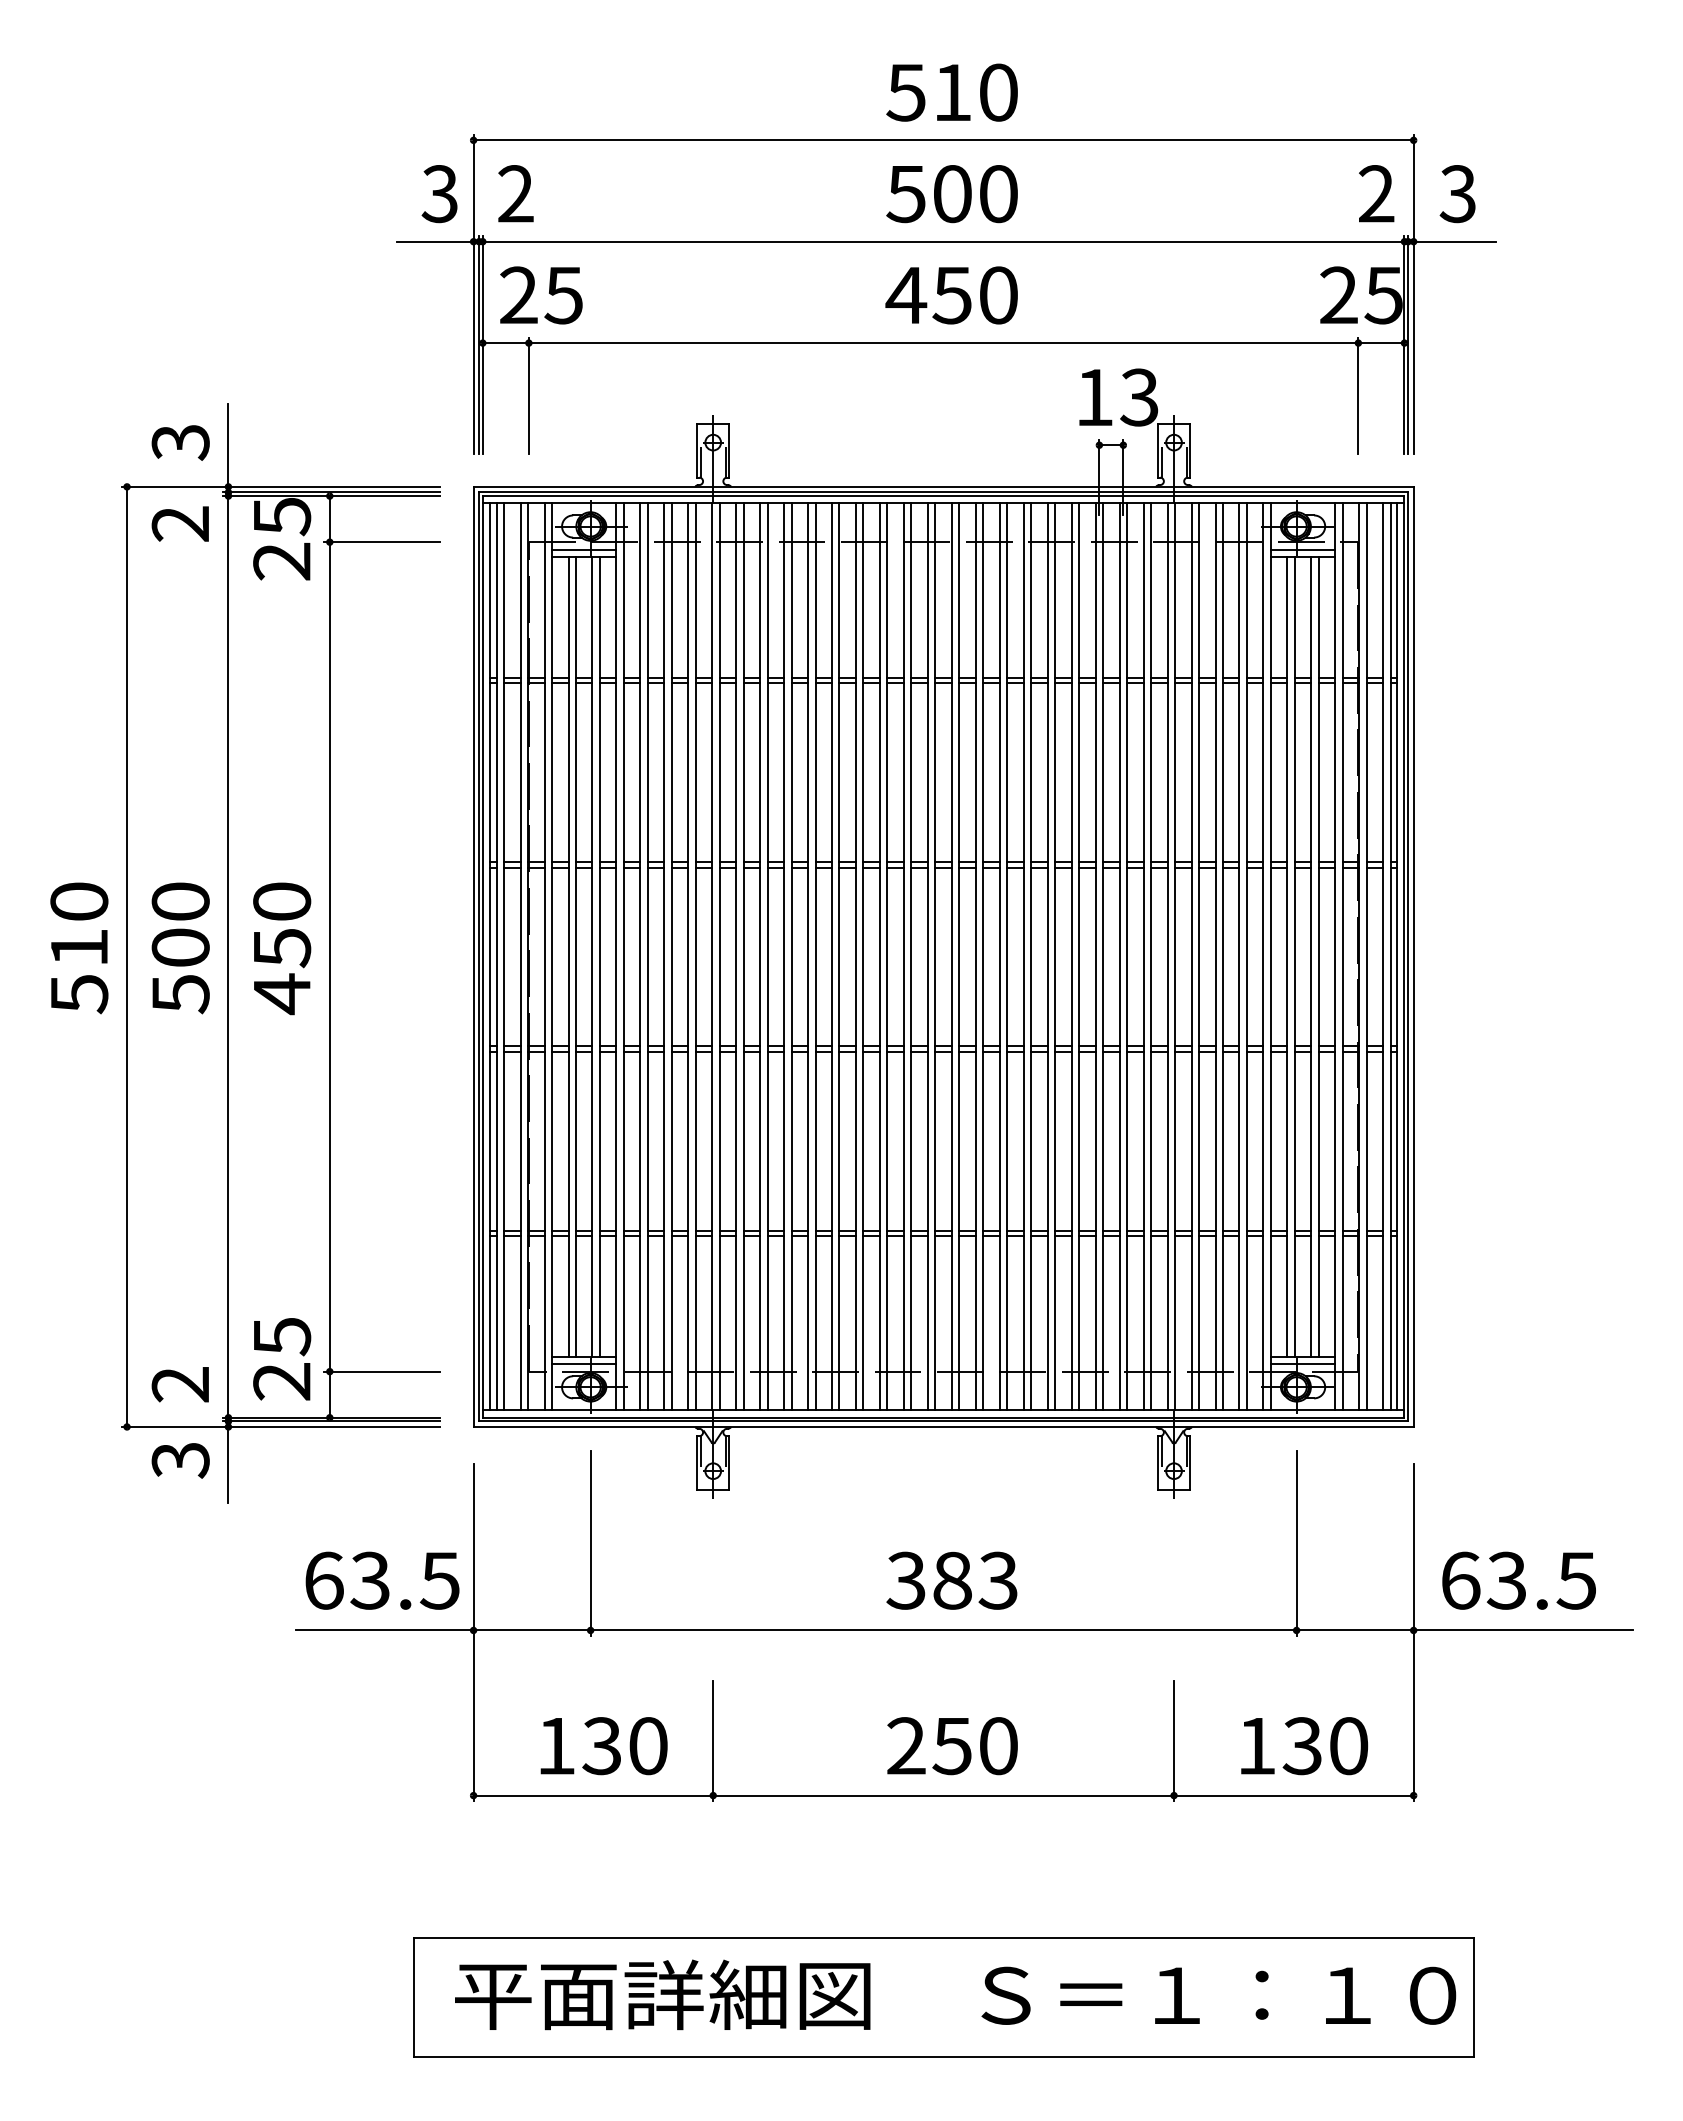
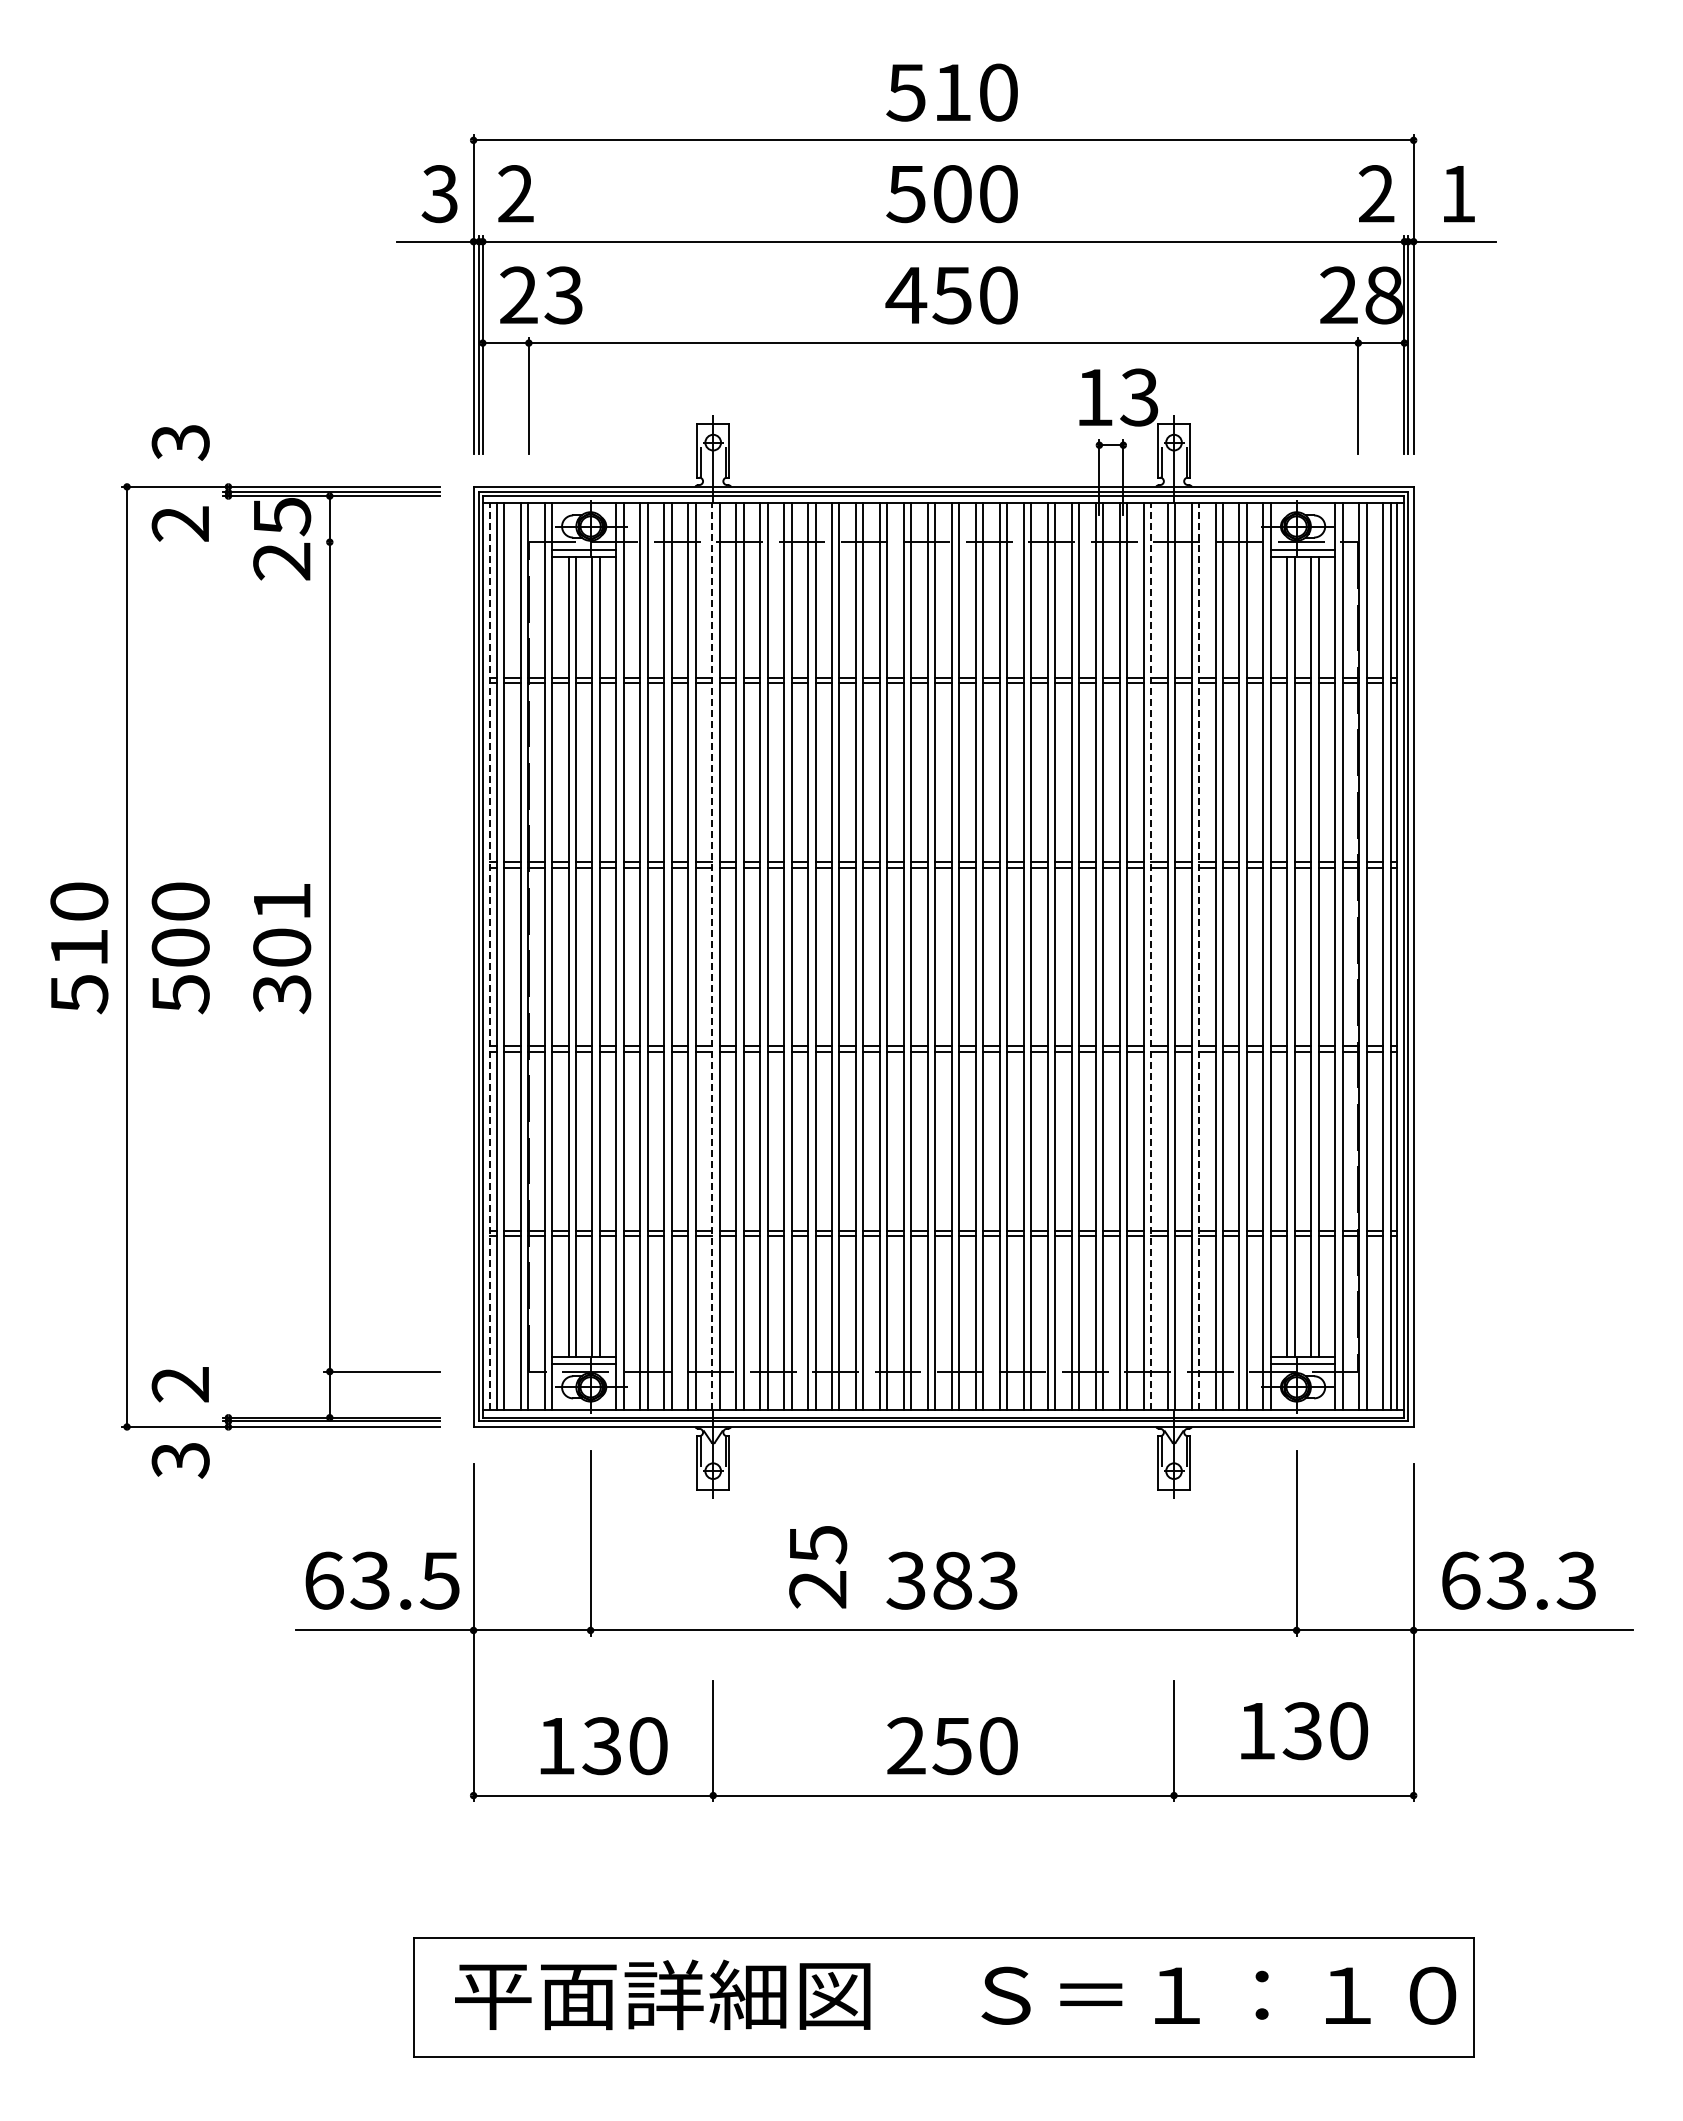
text at (1457, 194): 3 -> 1
text at (563, 295): 25 -> 23
text at (1383, 295): 25 -> 28
line at (382, 542): present -> none
text at (282, 948): 450 -> 301
line at (228, 953): present -> none
line at (490, 956): solid -> dashed
line at (712, 956): solid -> dashed
line at (1151, 956): solid -> dashed
line at (1198, 956): solid -> dashed
text at (282, 1359) position: (282, 1359) -> (818, 1567)
text at (1575, 1580): 63.5 -> 63.3
text at (1304, 1746) position: (1304, 1746) -> (1304, 1731)
